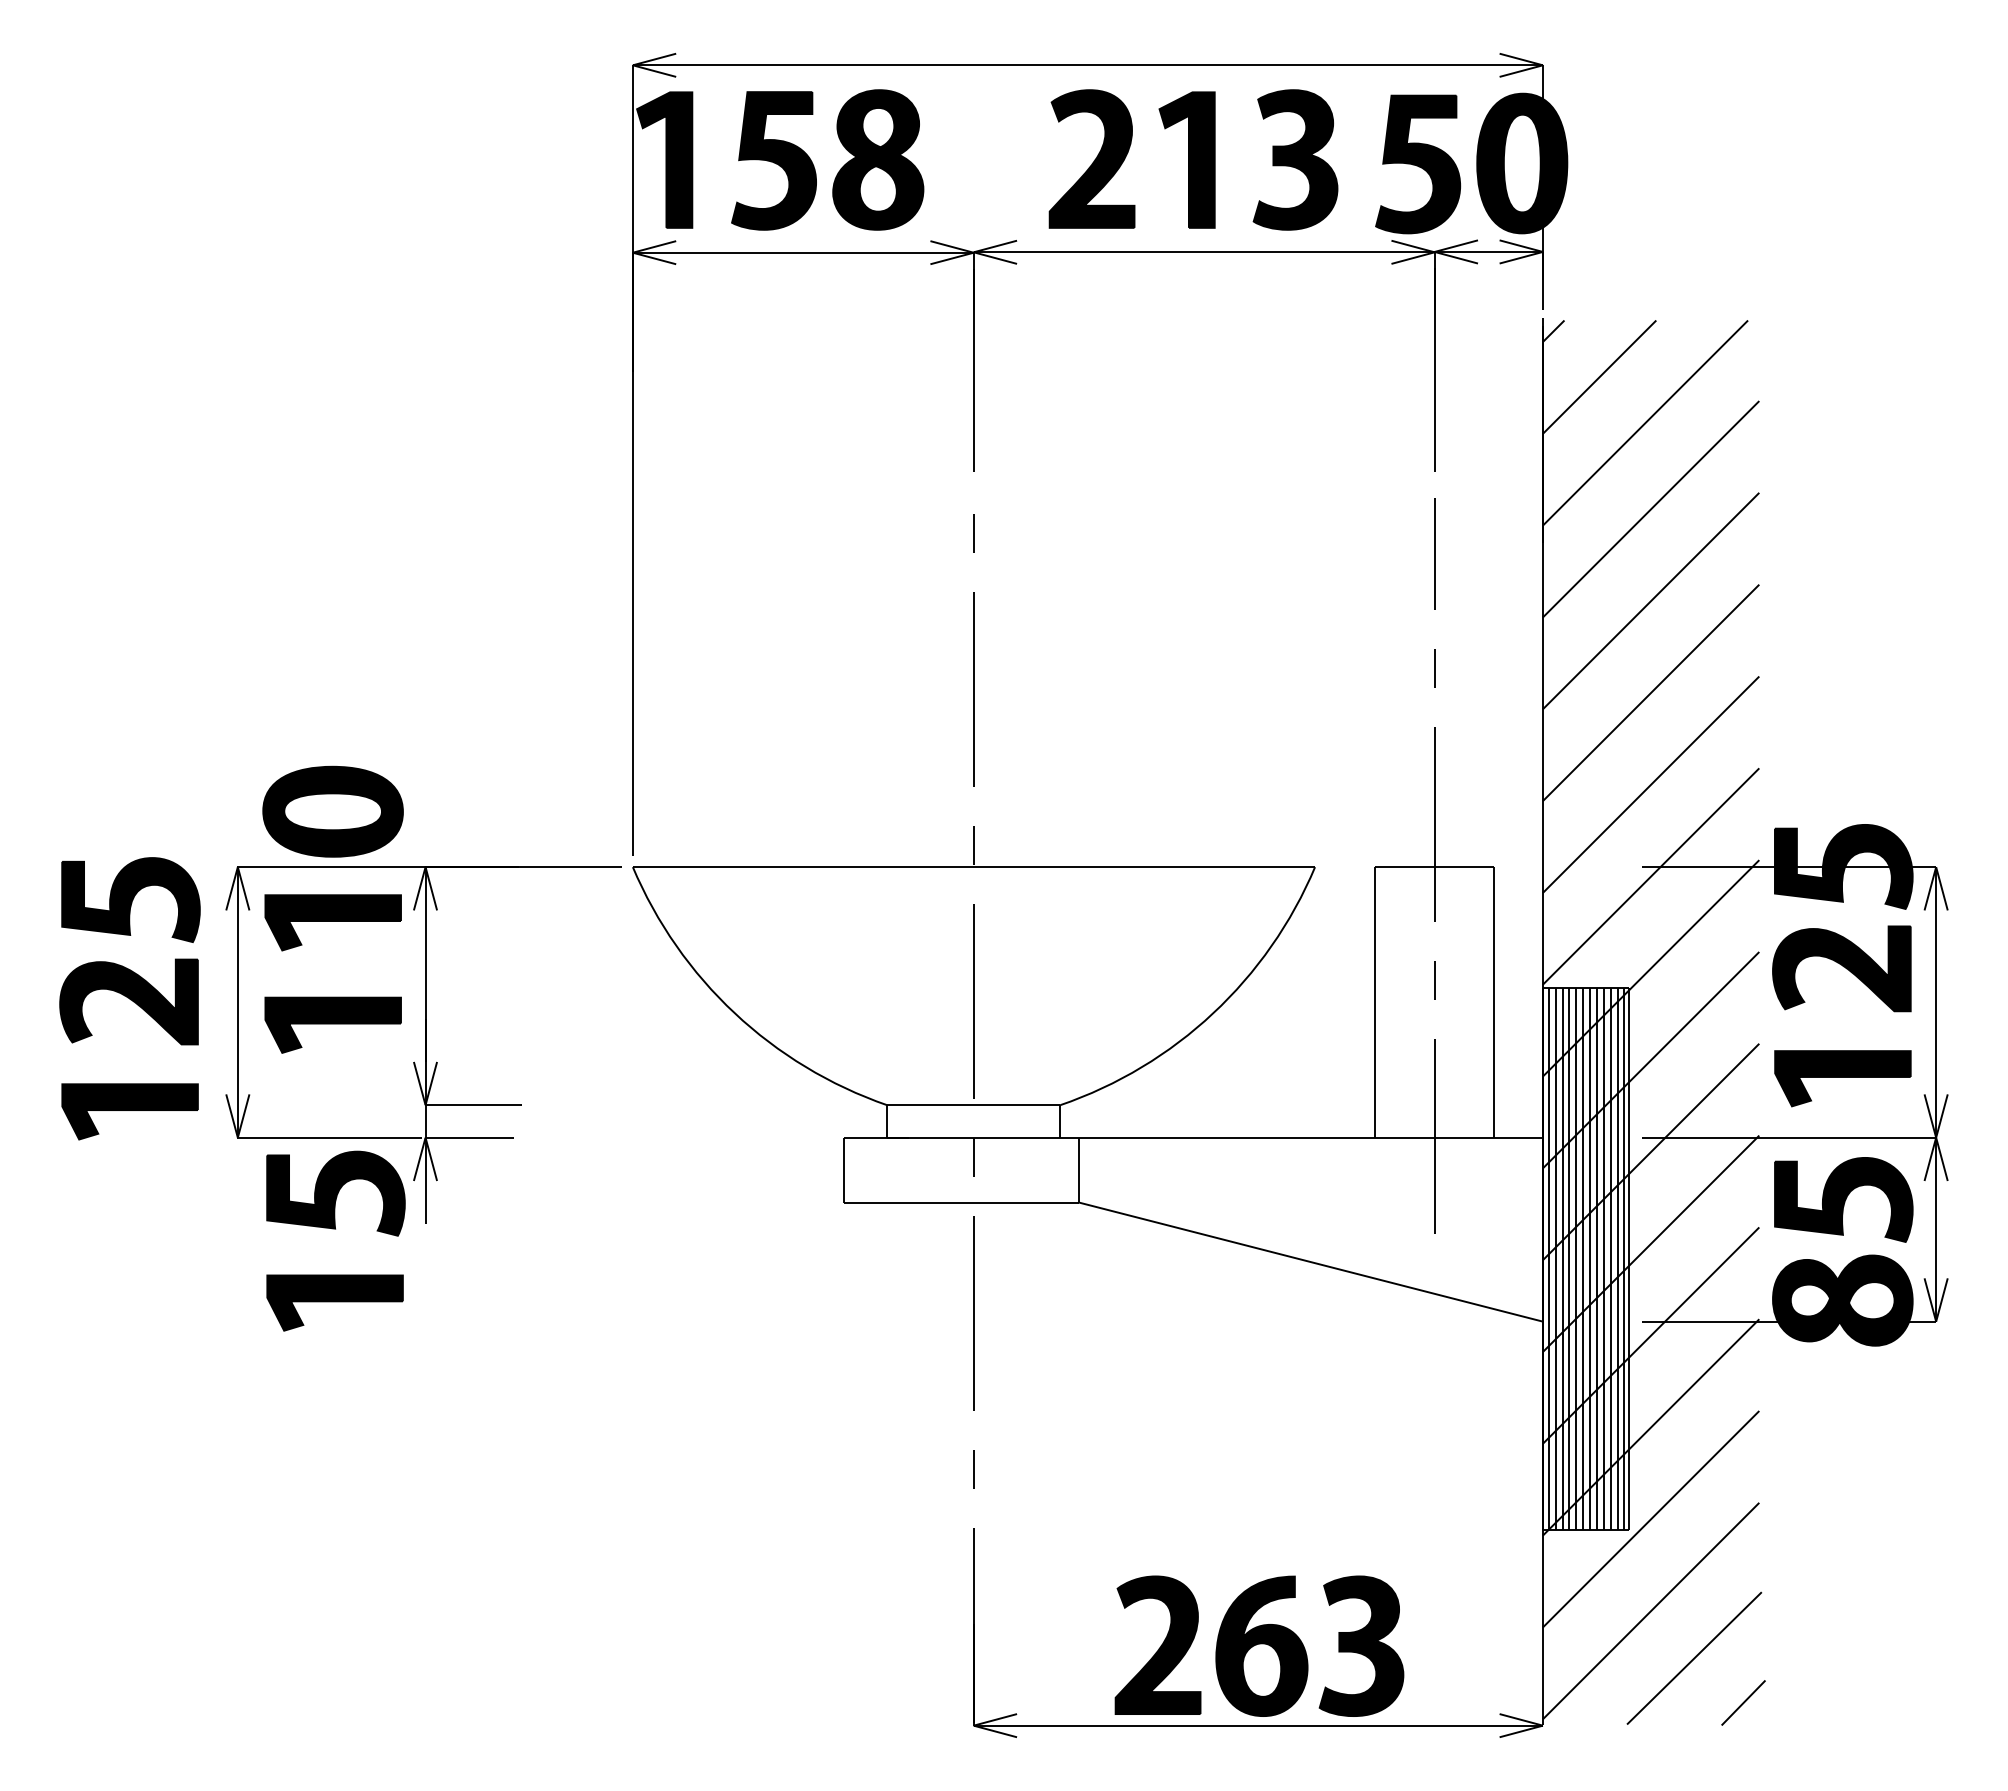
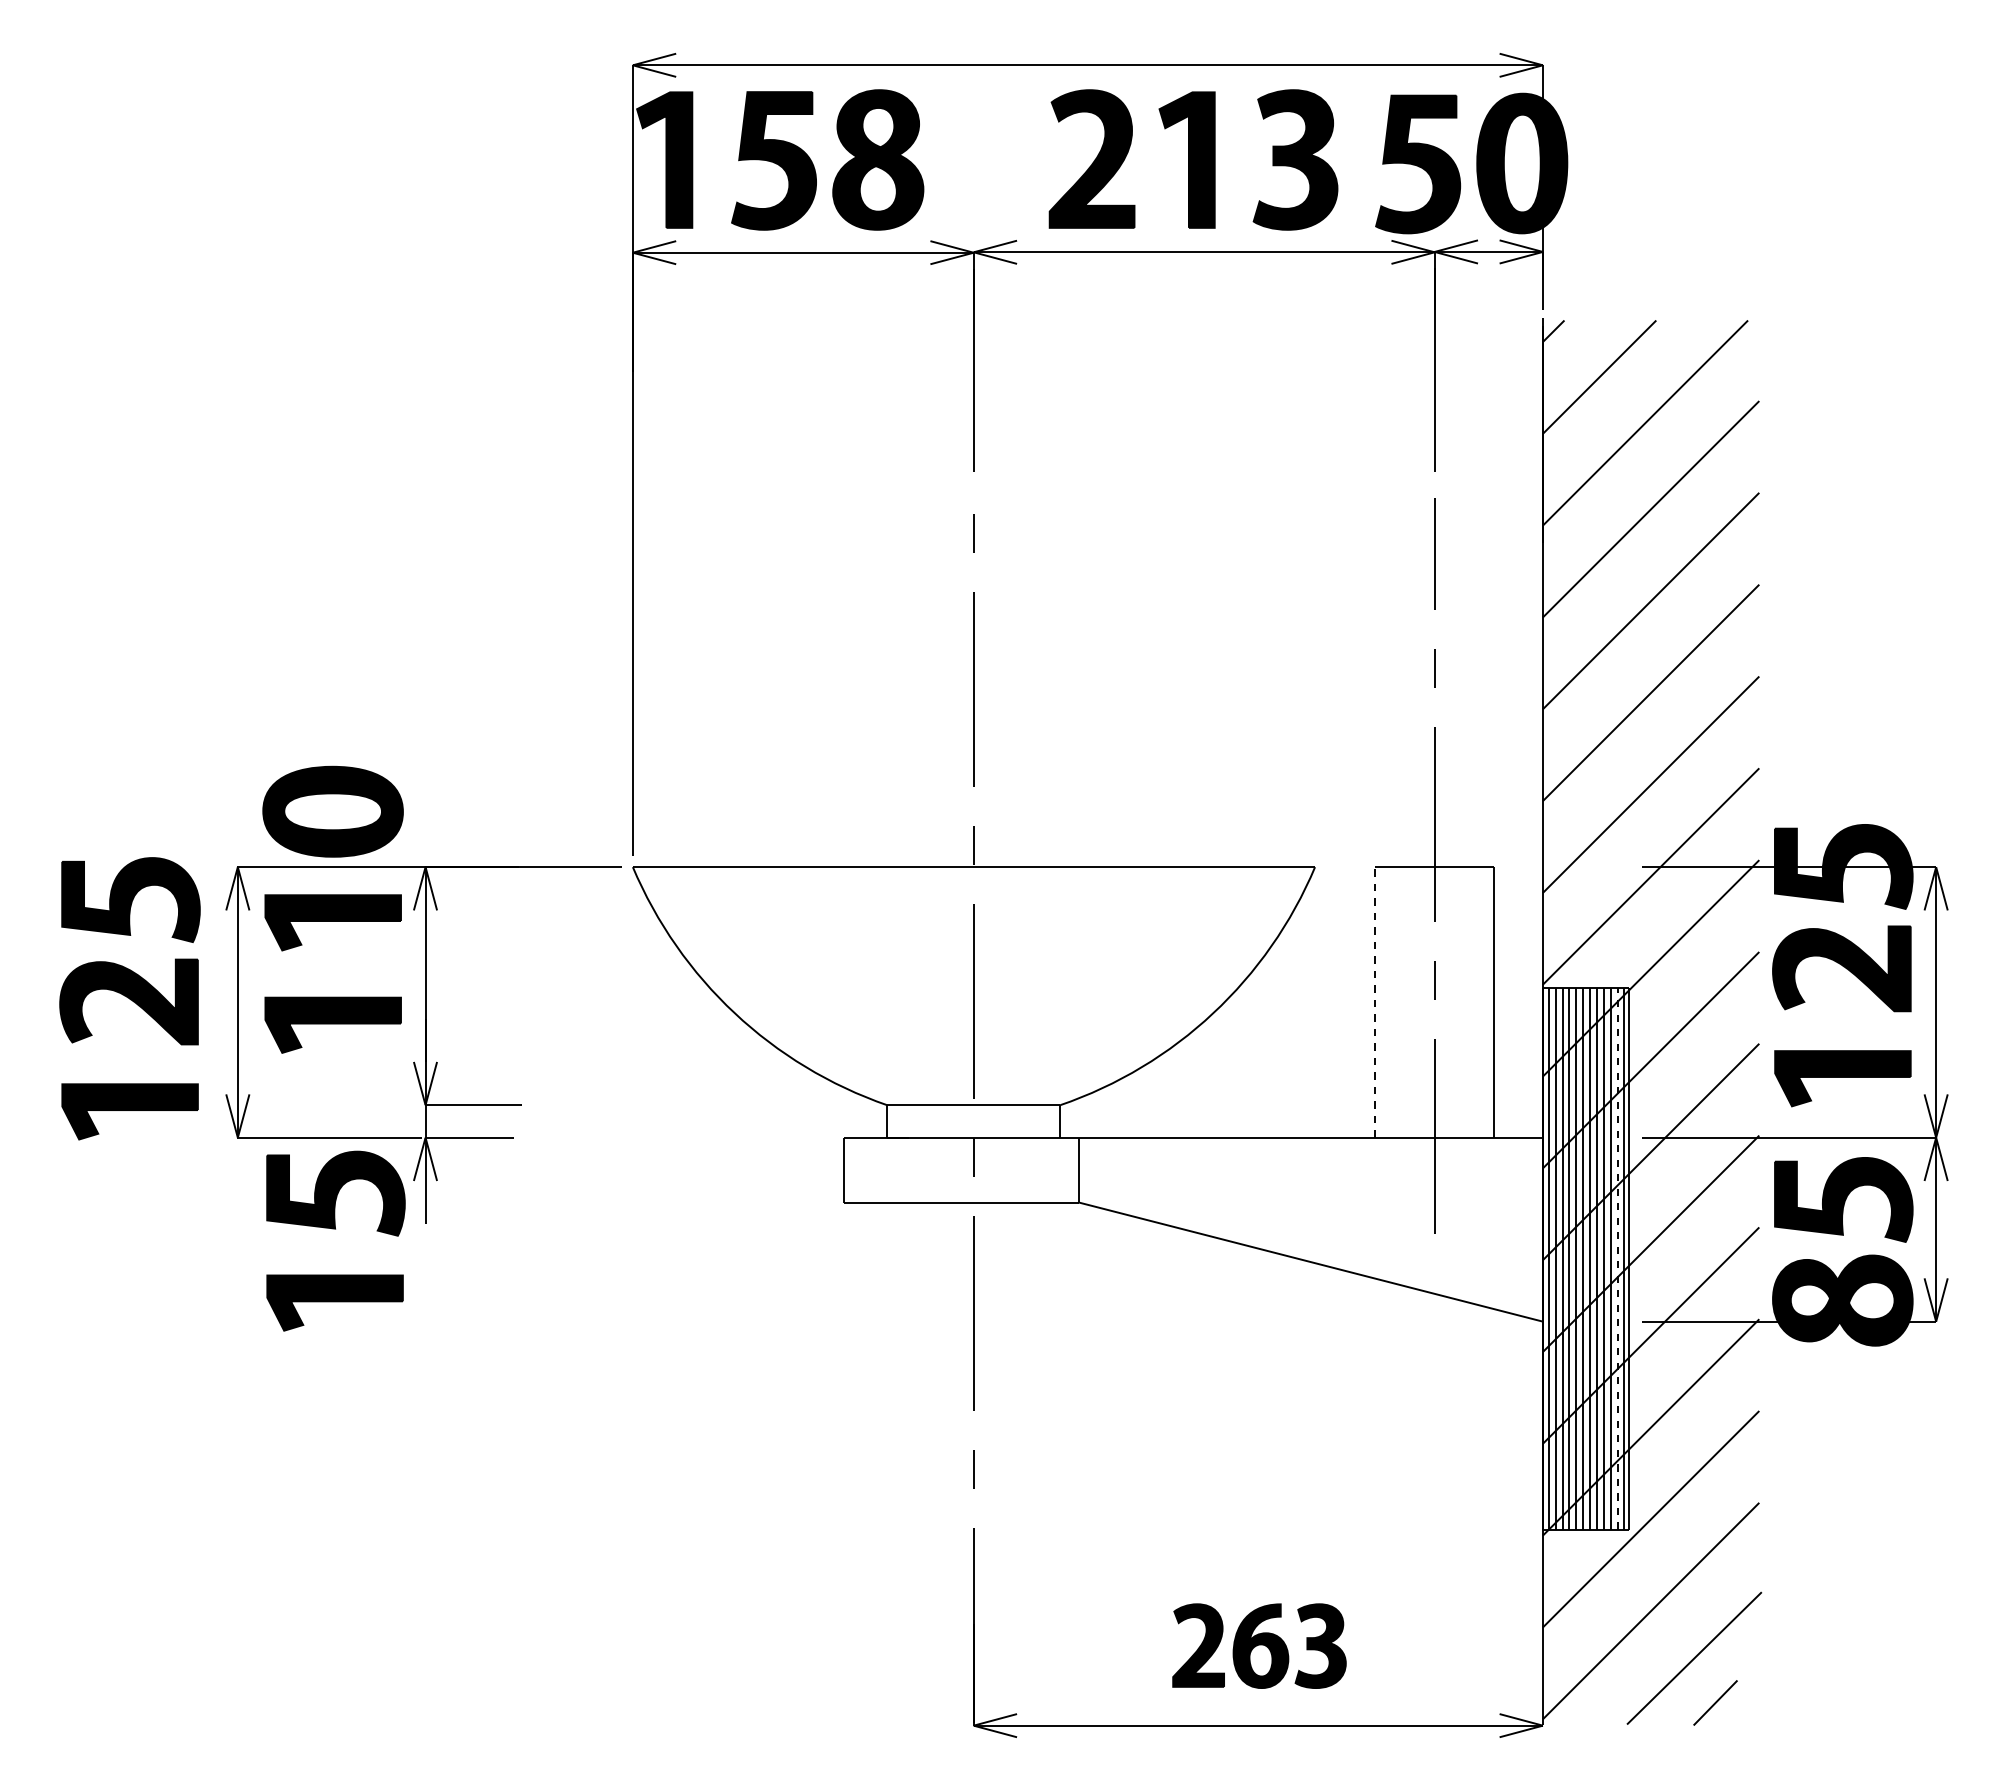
line at (1375, 1001): solid -> dashed
line at (1617, 1259): solid -> dashed
part at (1259, 1645) size: 291x142 px -> 175x86 px
line at (1743, 1702) position: (1743, 1702) -> (1715, 1702)
